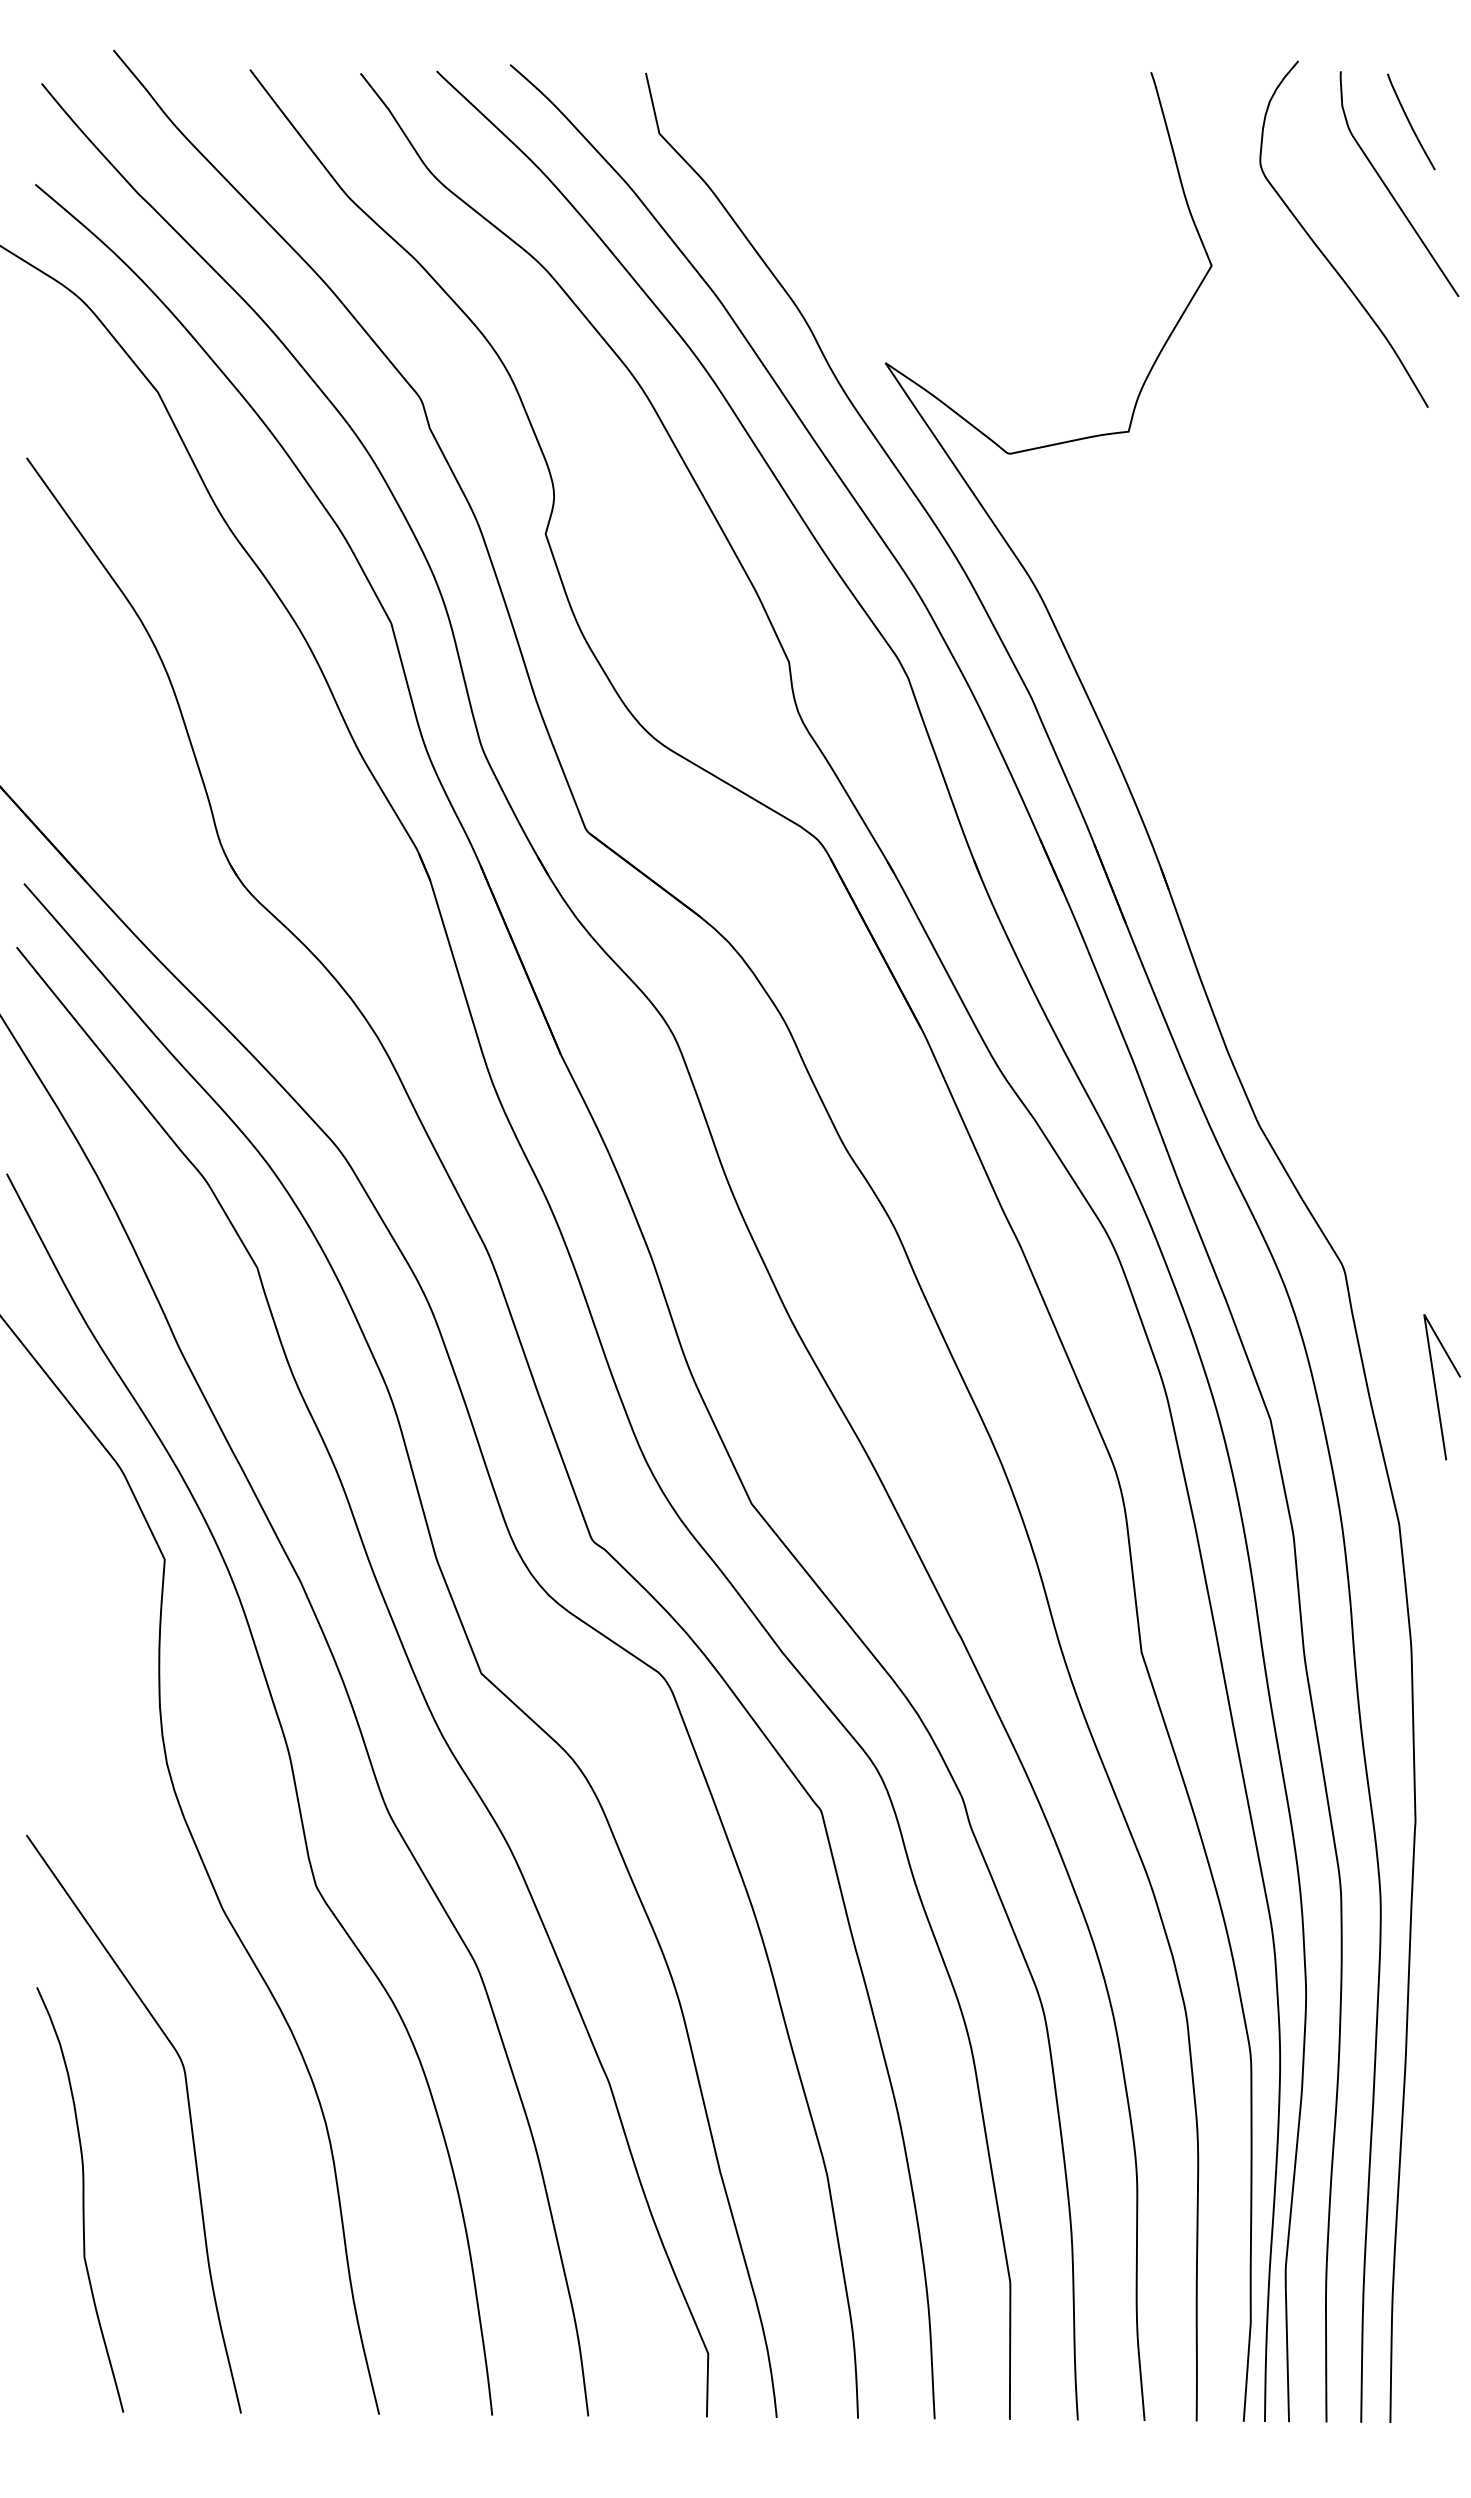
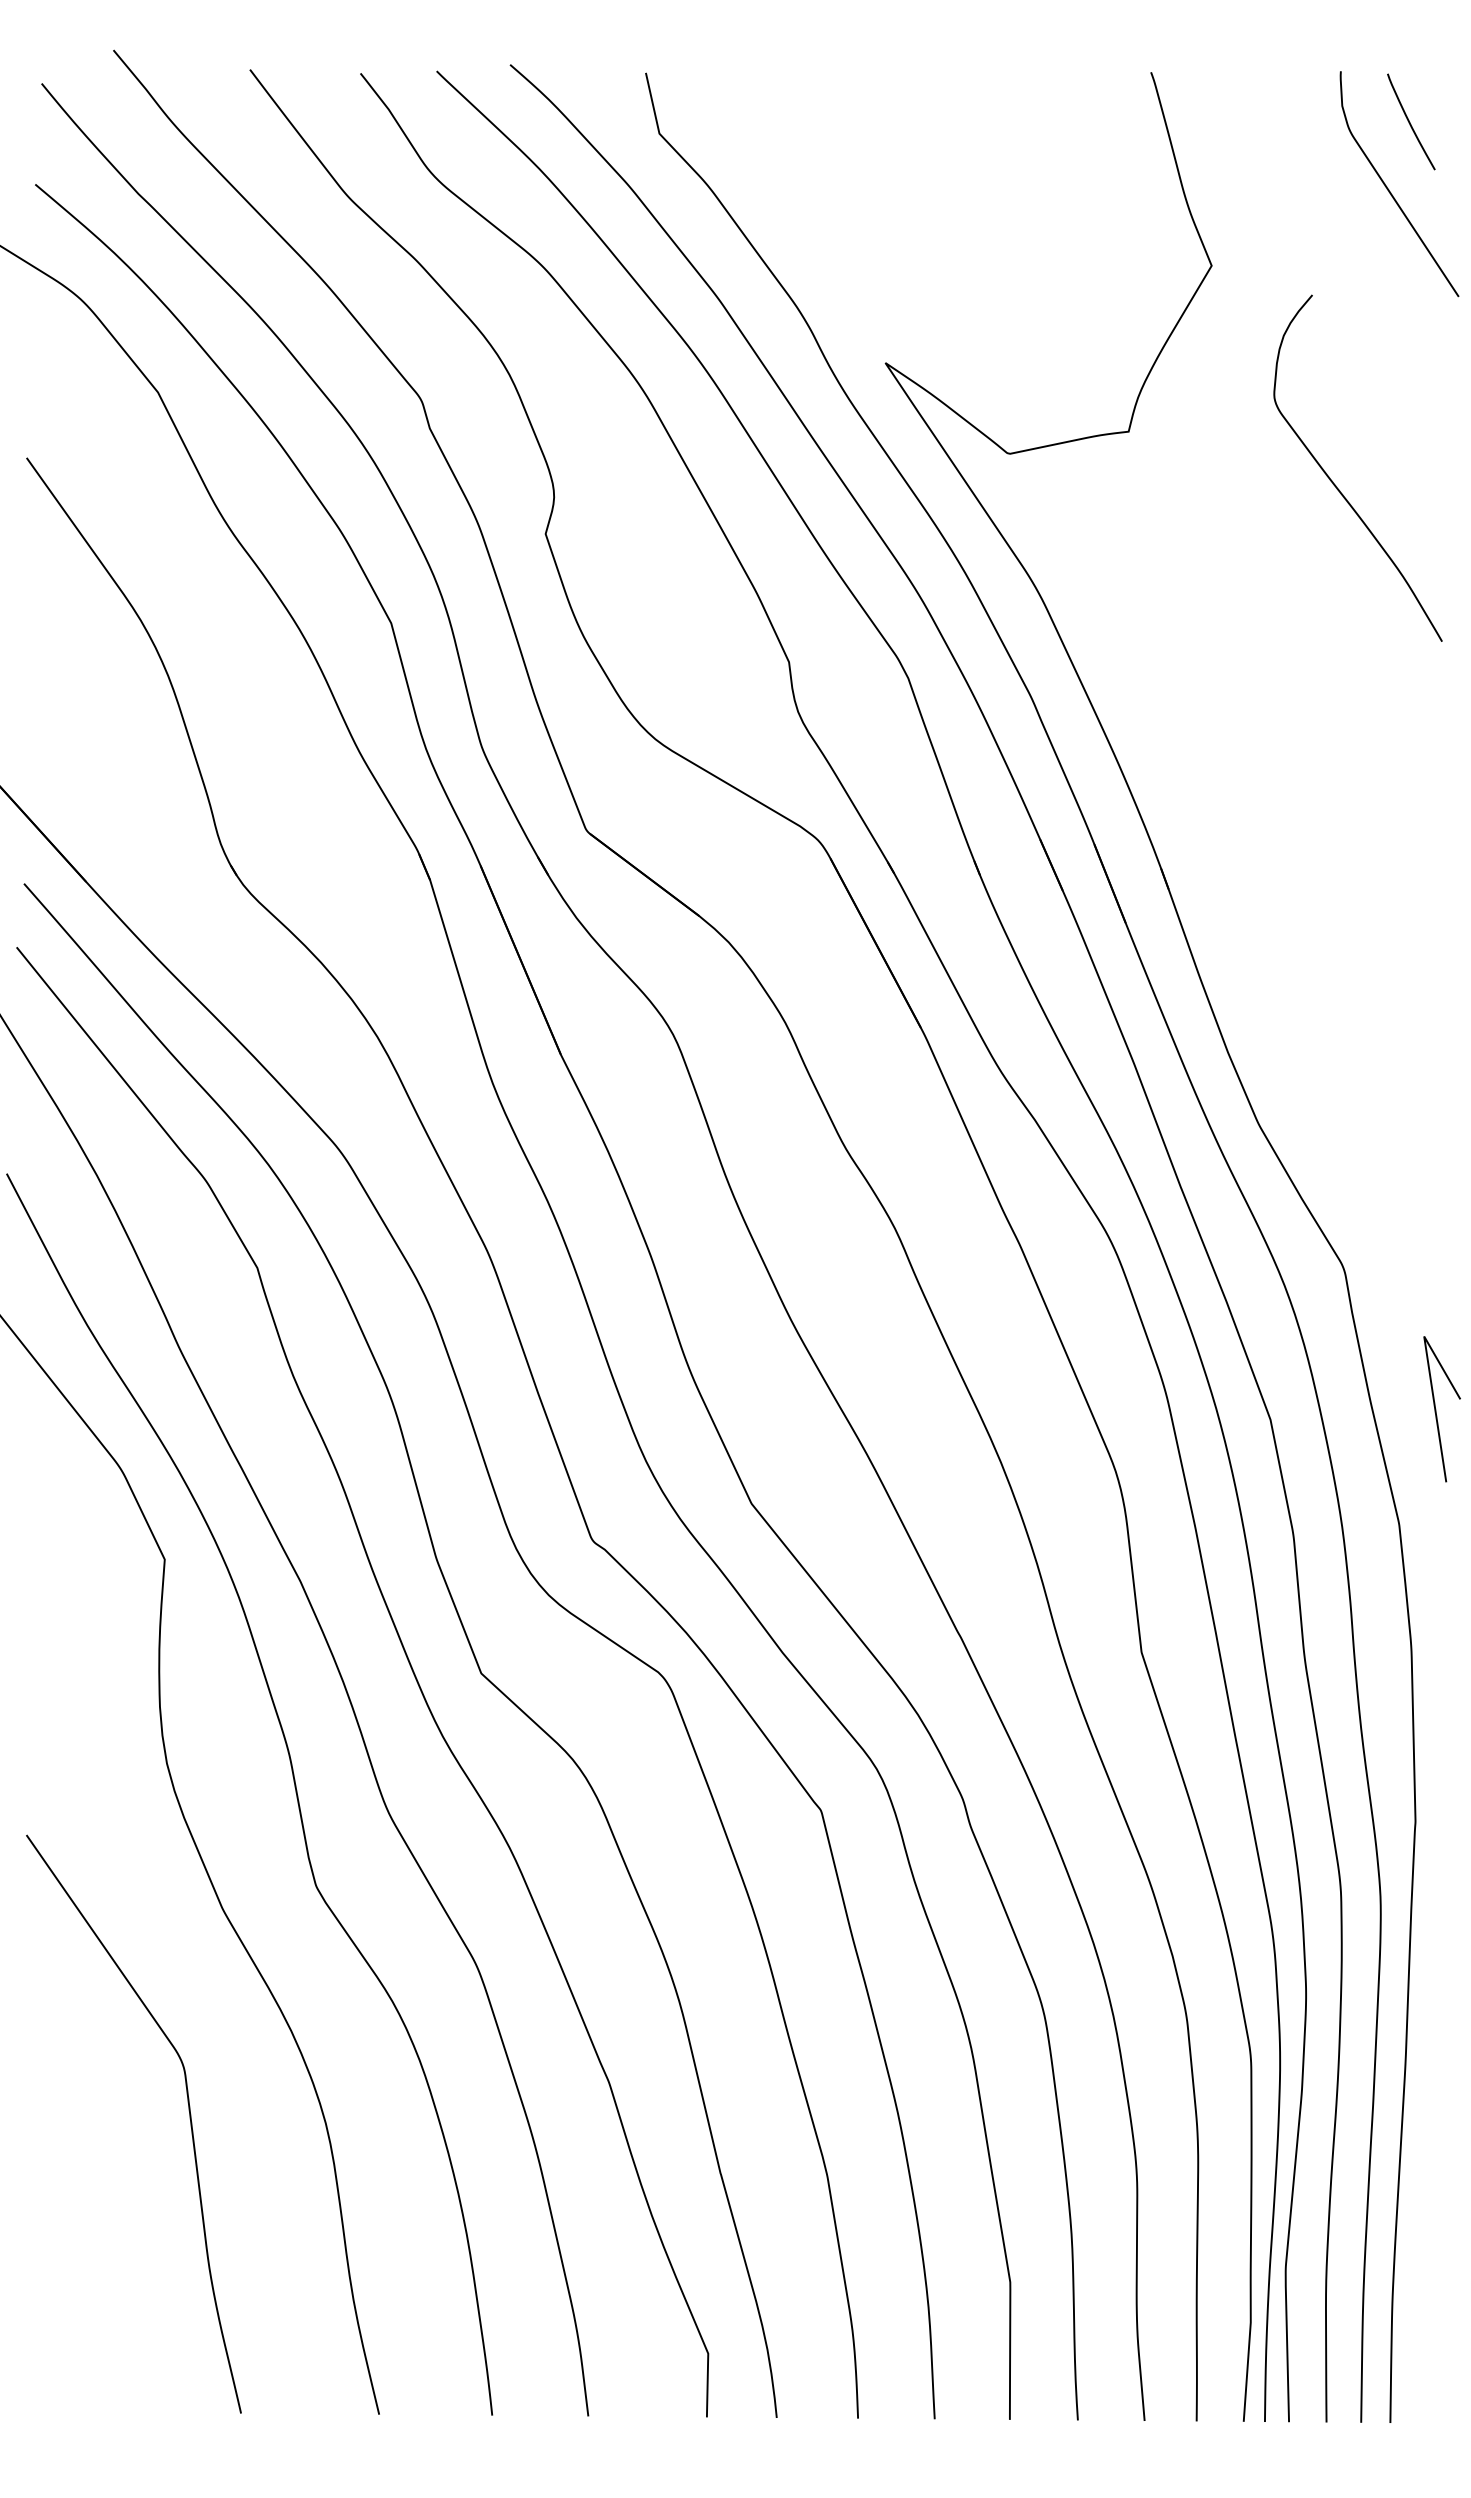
curve at (1322, 251) position: (1322, 251) -> (1336, 485)
line at (1436, 1387) position: (1436, 1387) -> (1436, 1409)
curve at (82, 2199): present -> none
